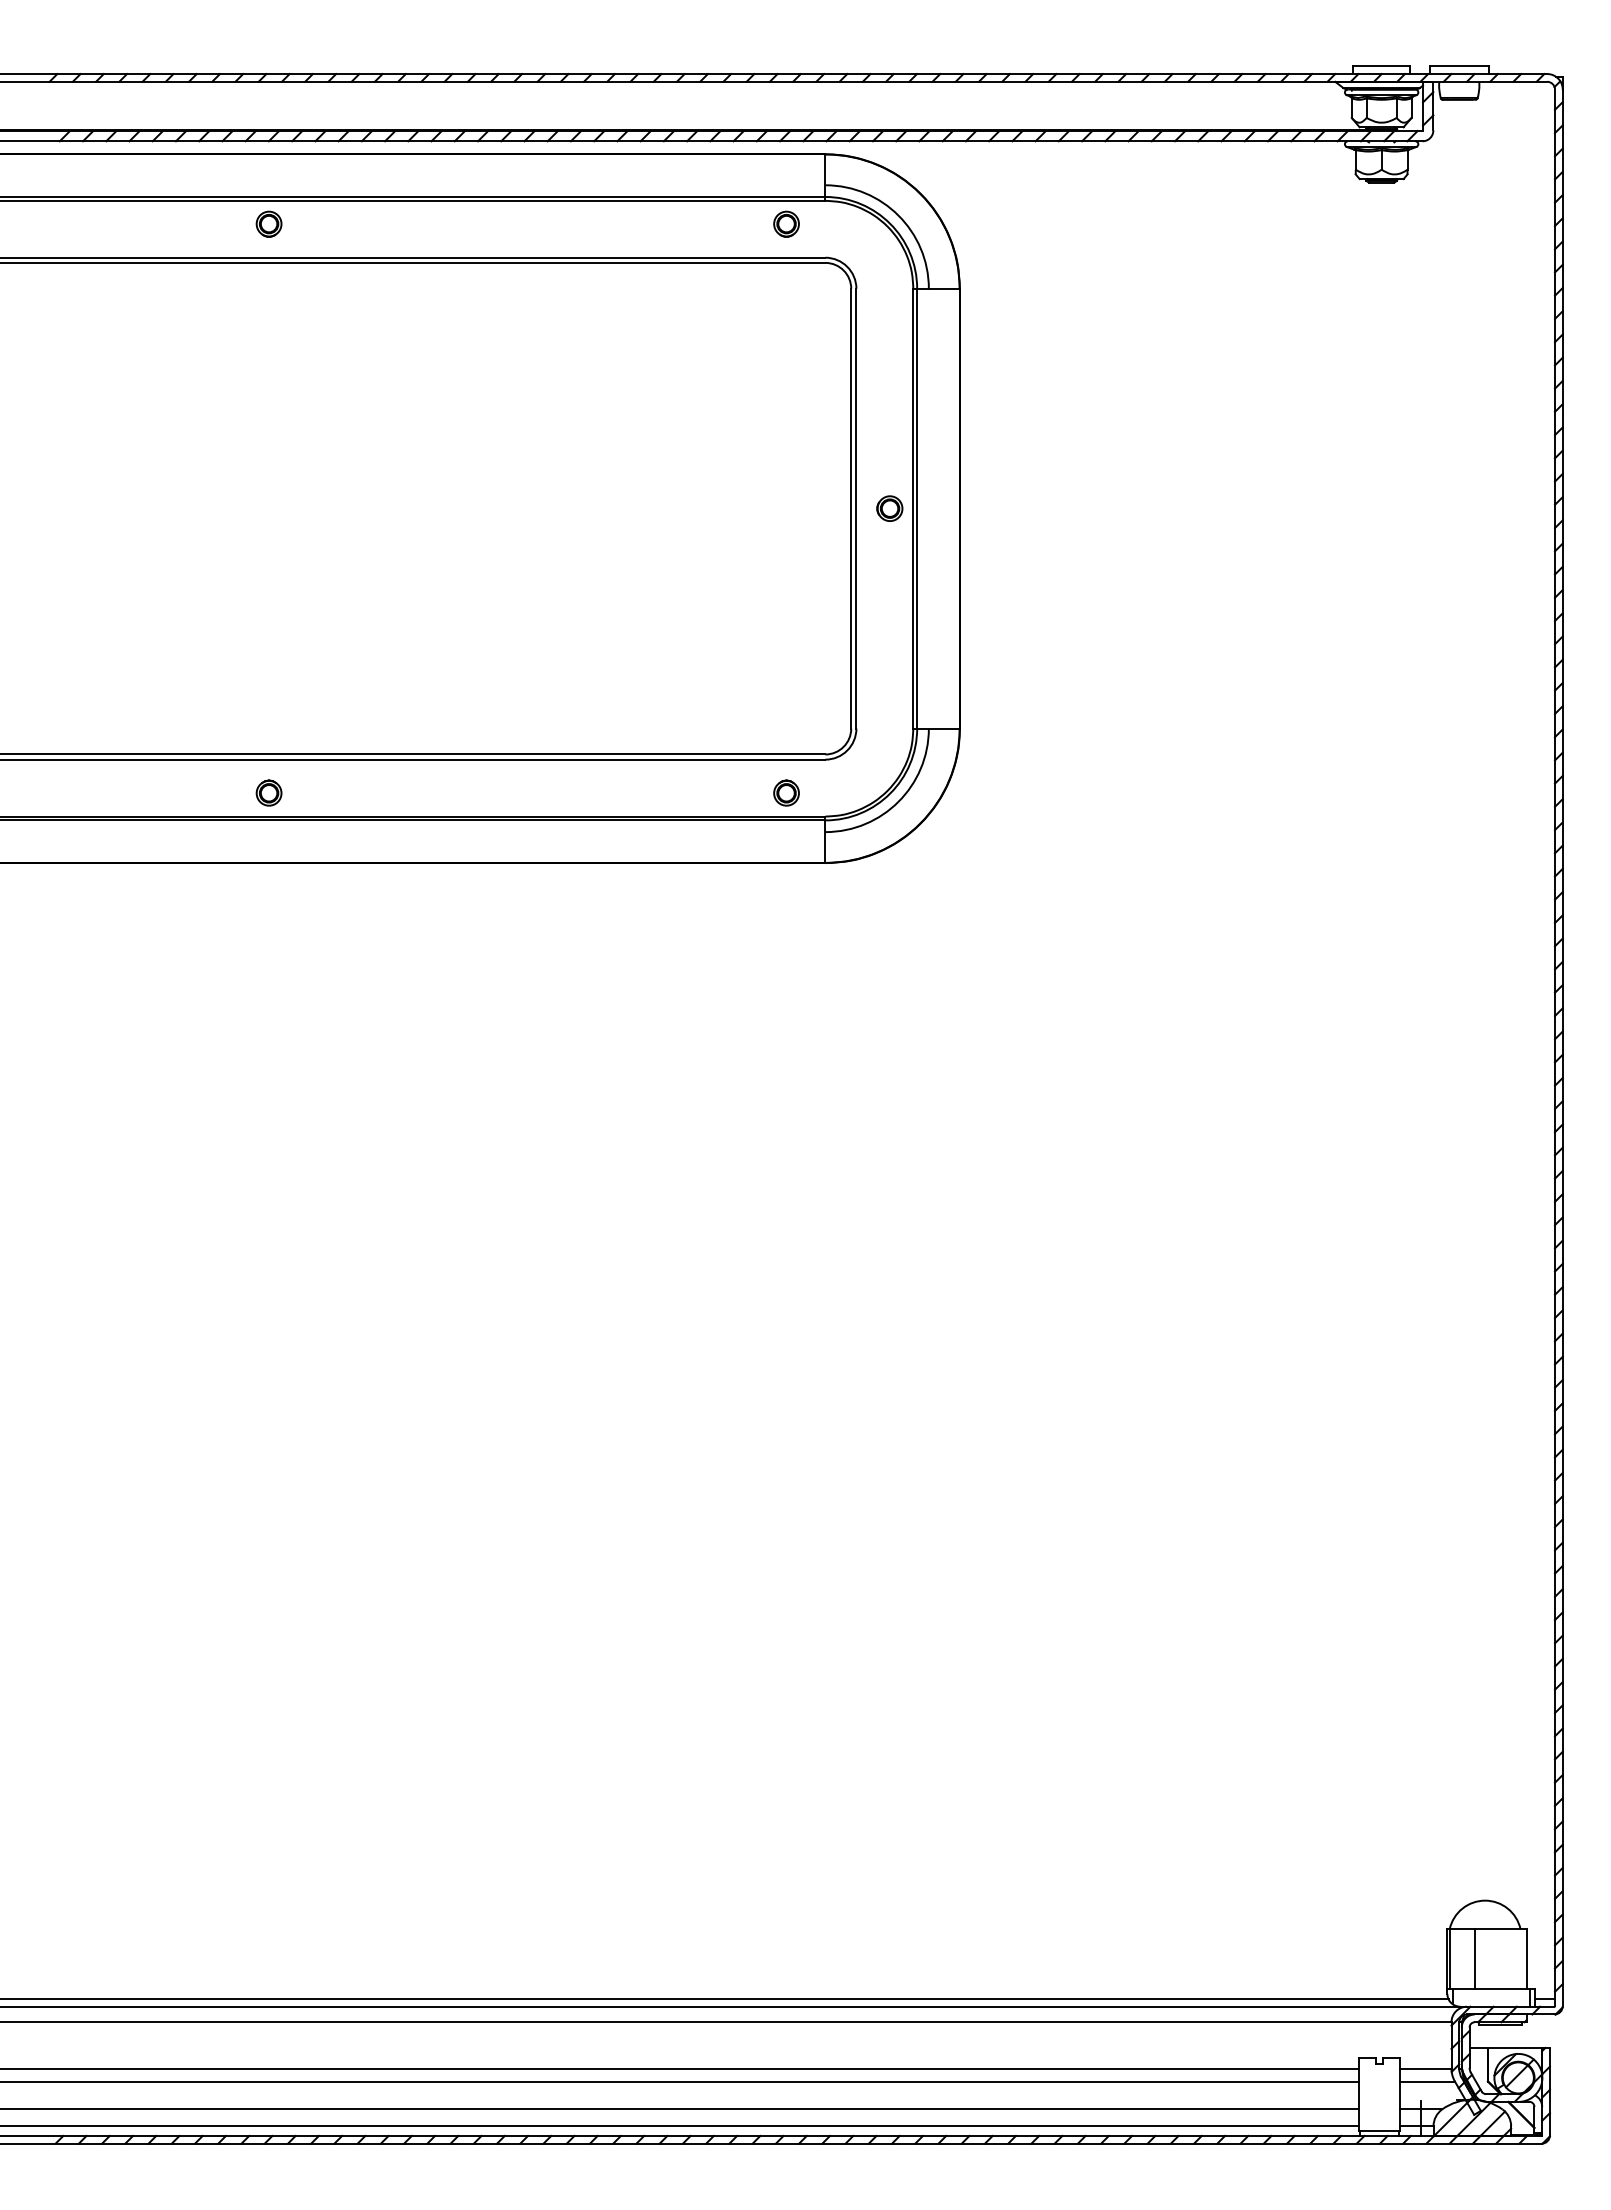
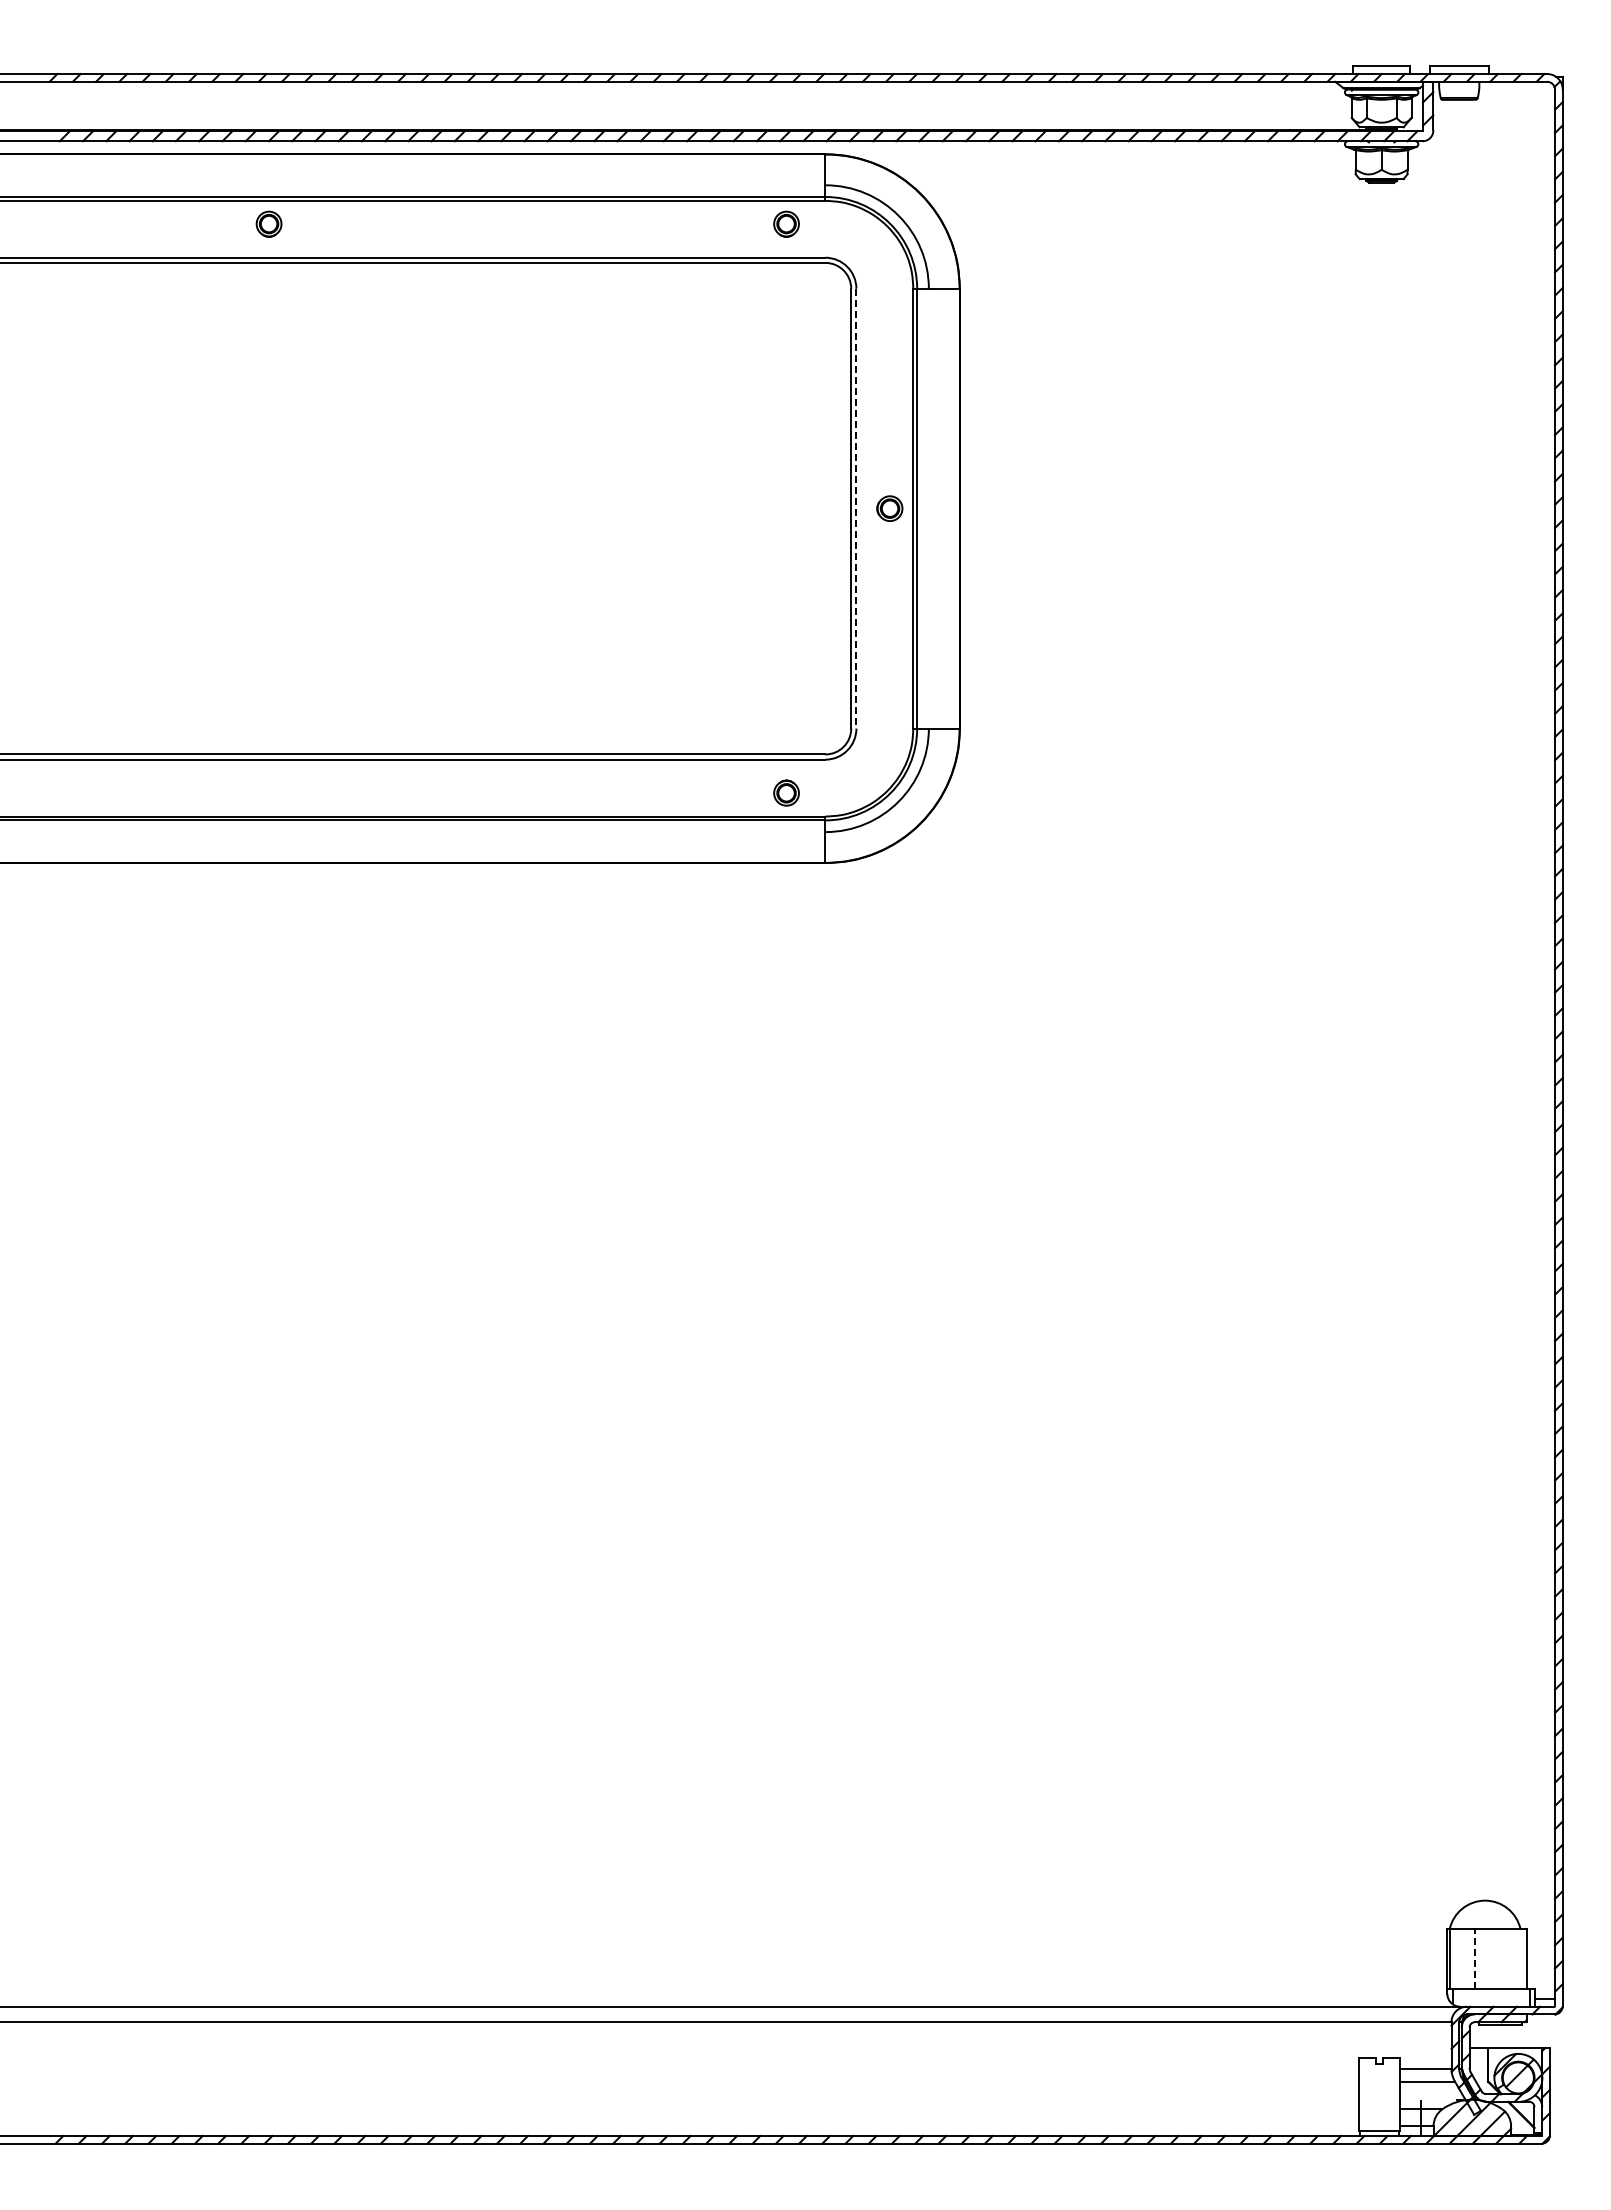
line at (856, 508): solid -> dashed
part at (268, 792): present -> none
line at (1475, 1958): solid -> dashed
line at (725, 1998): present -> none
line at (680, 2068): present -> none
line at (680, 2081): present -> none
line at (680, 2109): present -> none
line at (680, 2126): present -> none
